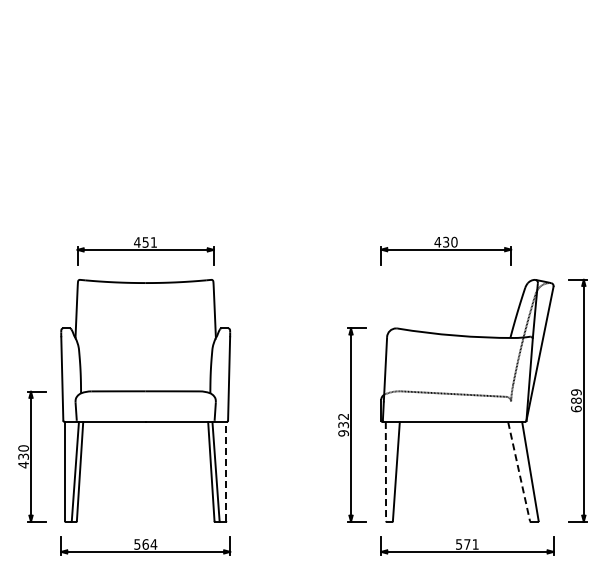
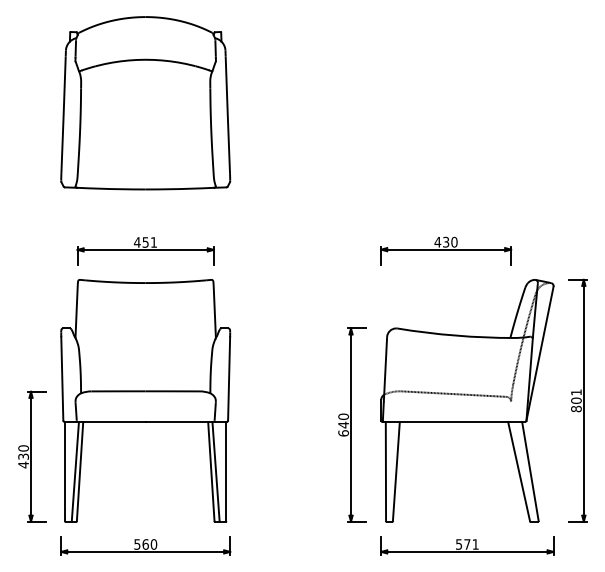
part at (145, 103): none -> present
text at (576, 400): 689 -> 801
text at (343, 424): 932 -> 640
line at (226, 471): dashed -> solid
line at (385, 471): dashed -> solid
line at (519, 471): dashed -> solid
text at (153, 544): 564 -> 560
